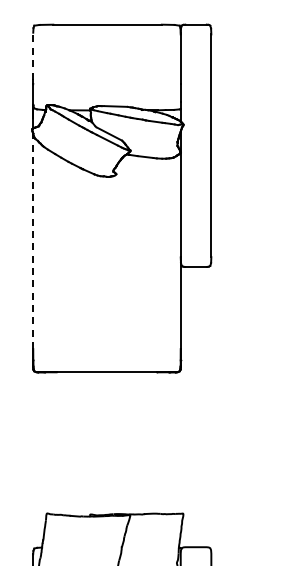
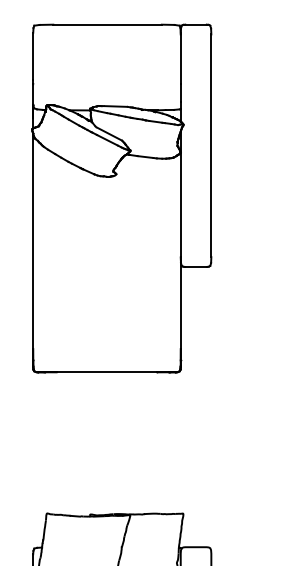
line at (33, 55): dashed -> solid
line at (33, 241): dashed -> solid
